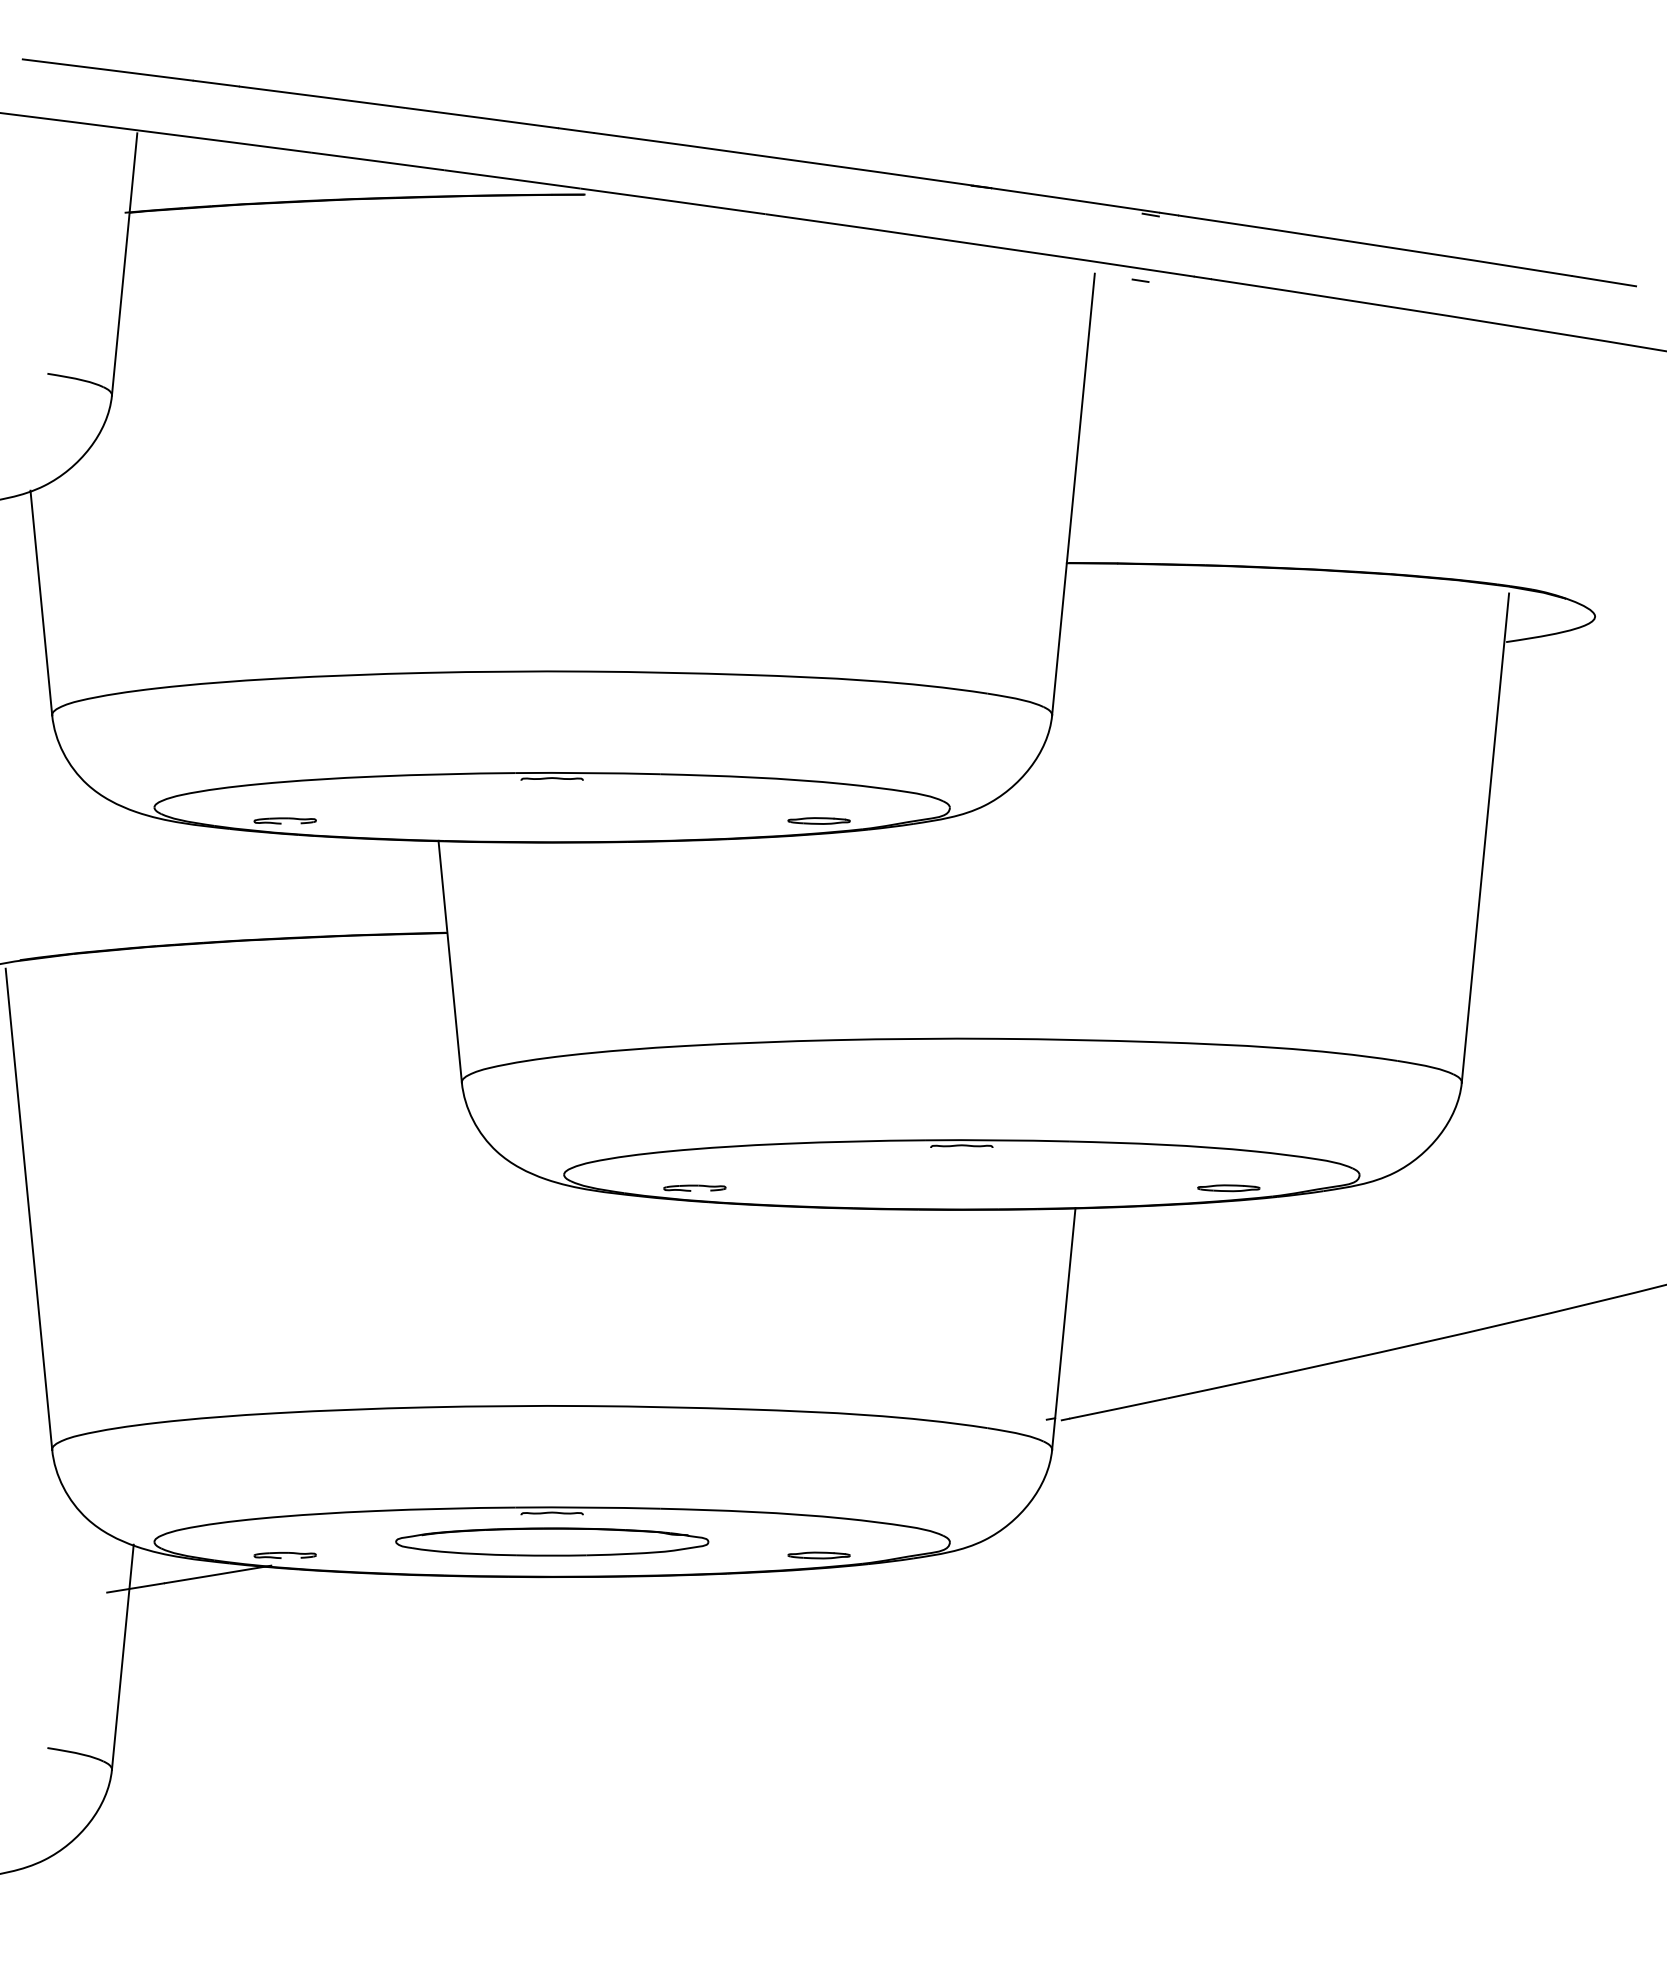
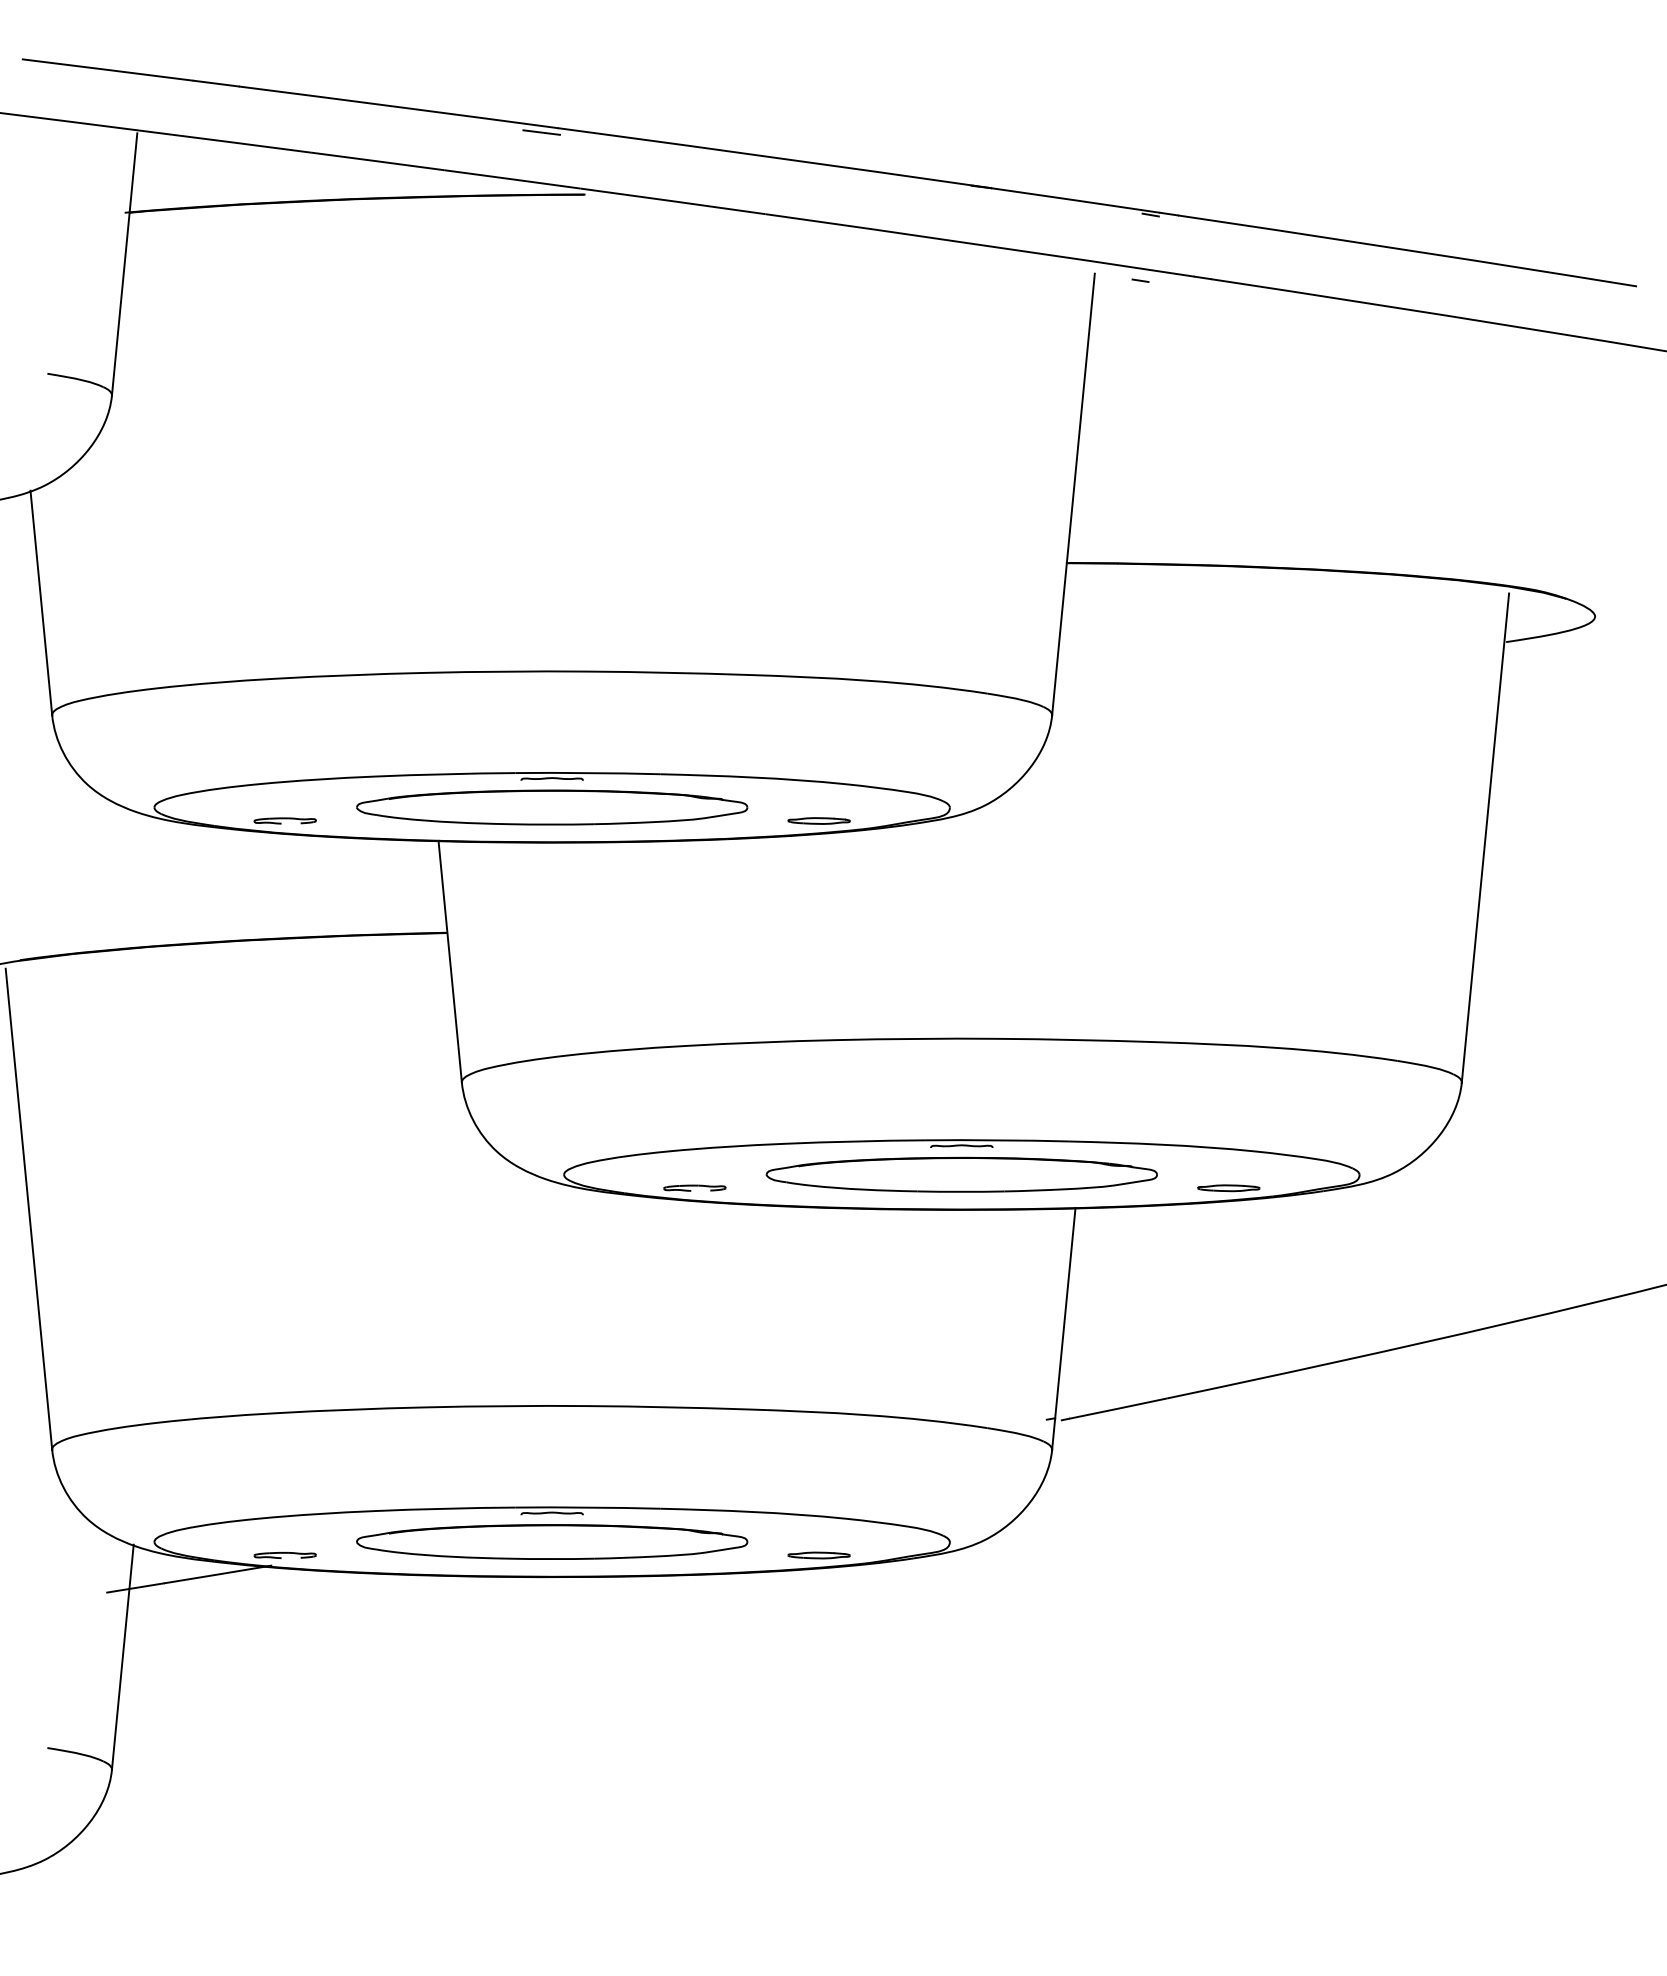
line at (541, 132): none -> present
part at (552, 807): none -> present
part at (961, 1174): none -> present
part at (552, 1541) size: 315x30 px -> 393x36 px
